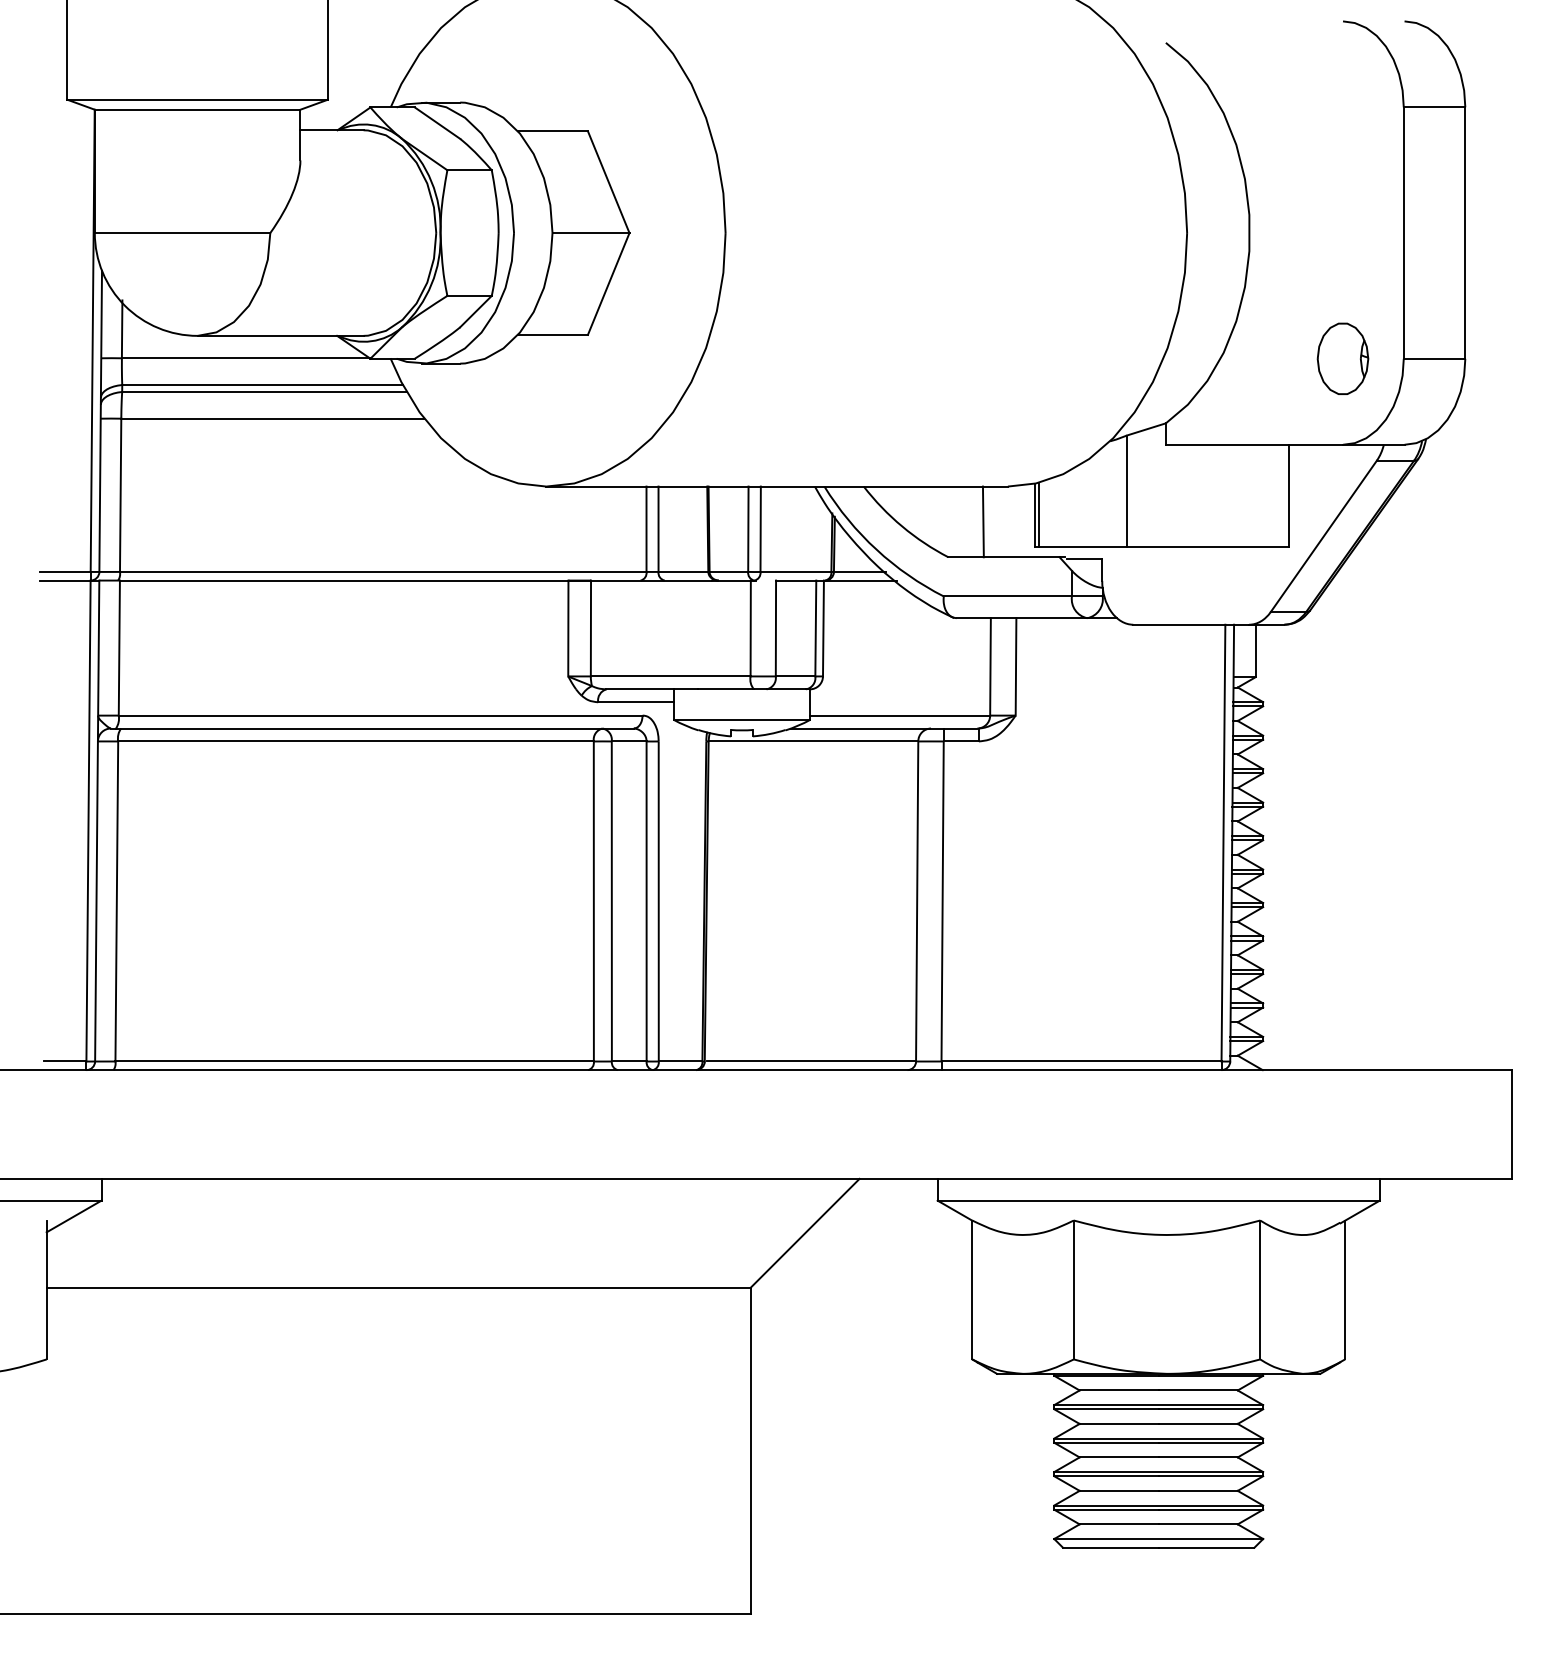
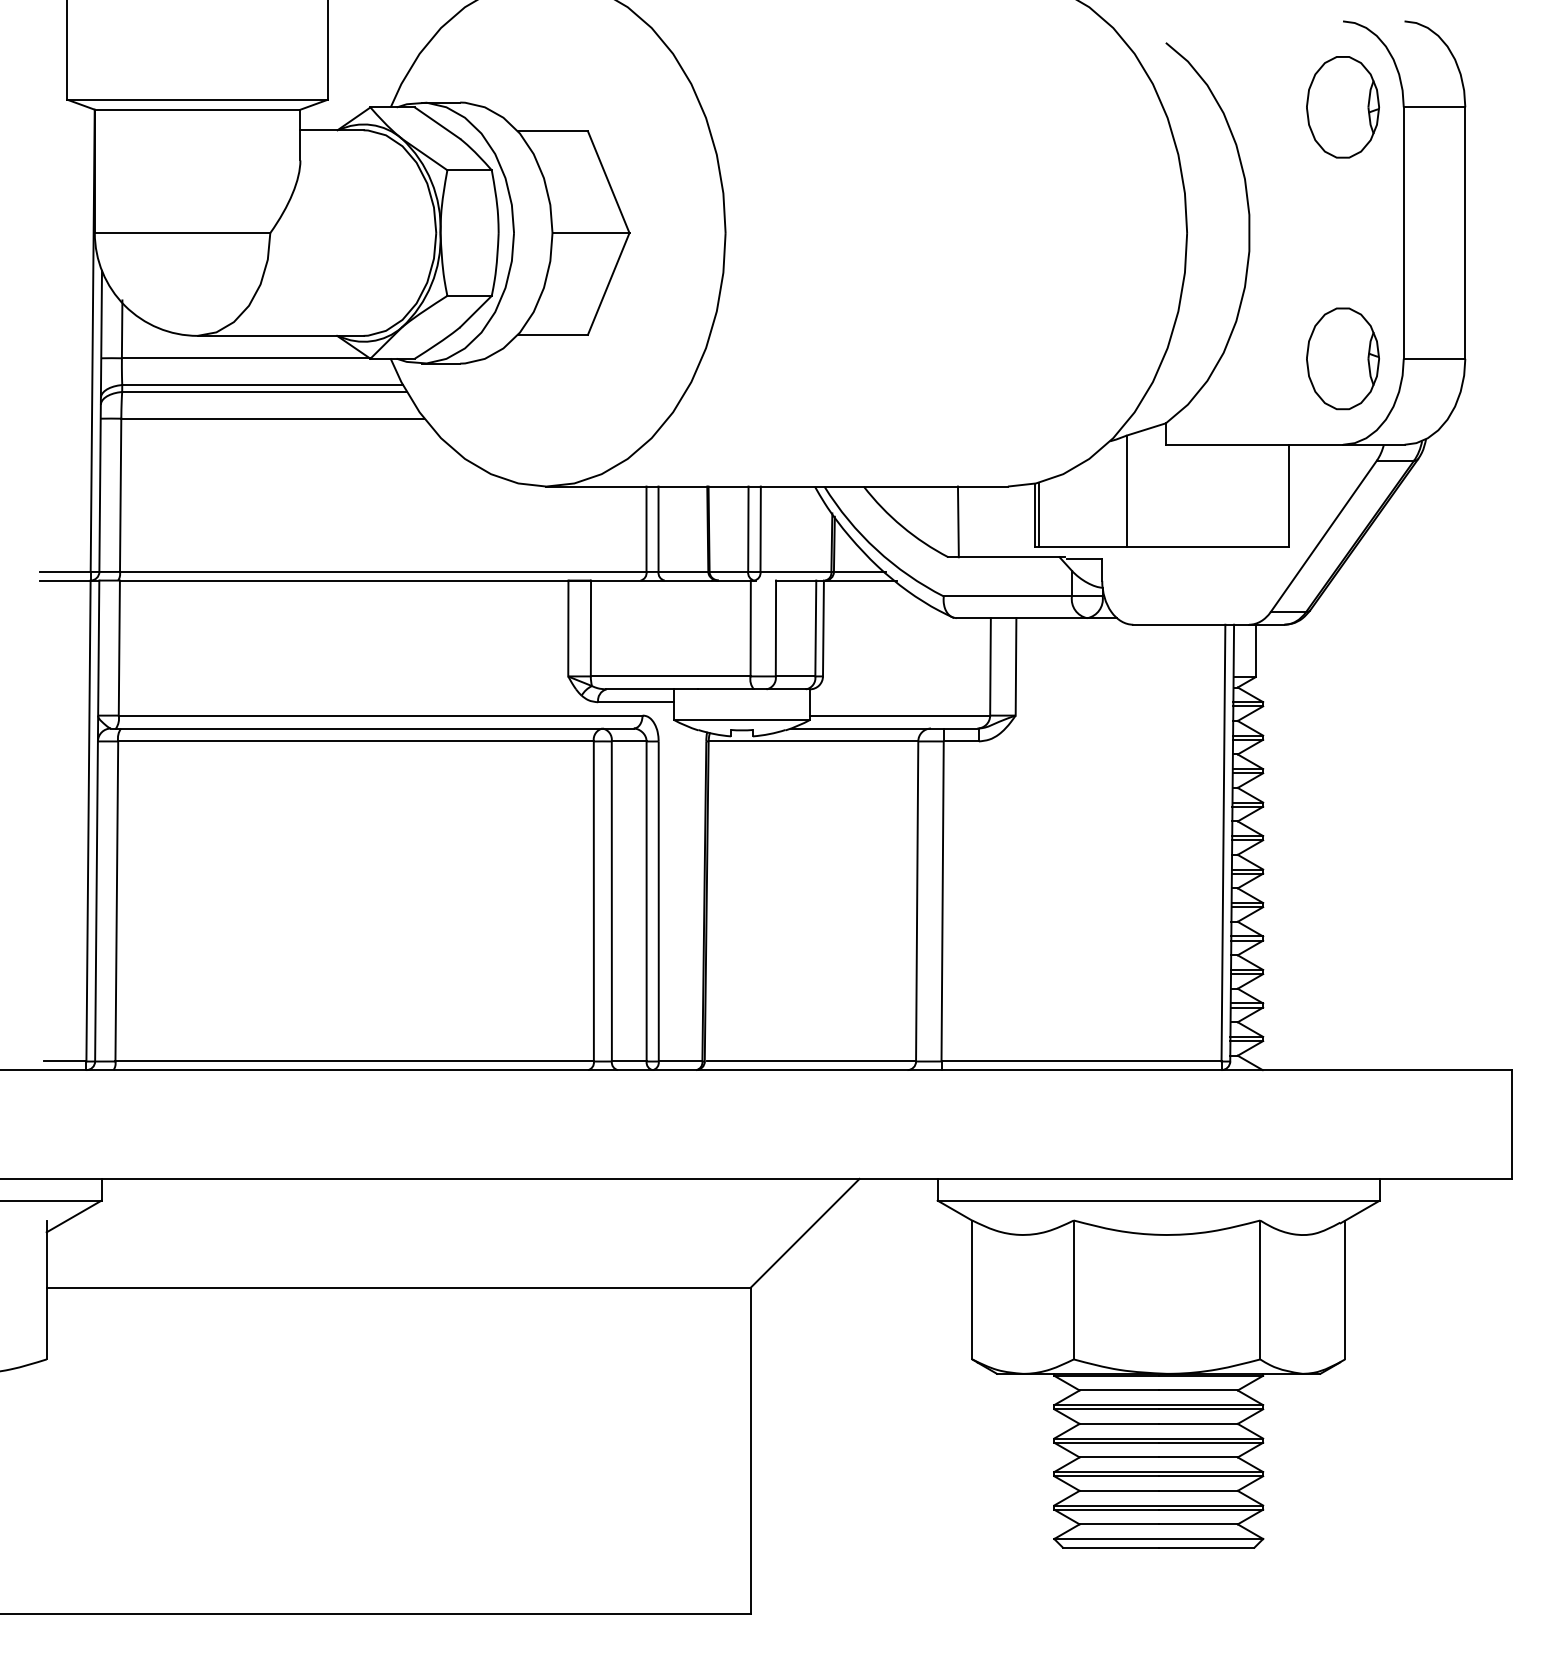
part at (1342, 107): none -> present
part at (1342, 358) size: 54x73 px -> 74x104 px
line at (982, 521) position: (982, 521) -> (957, 521)
